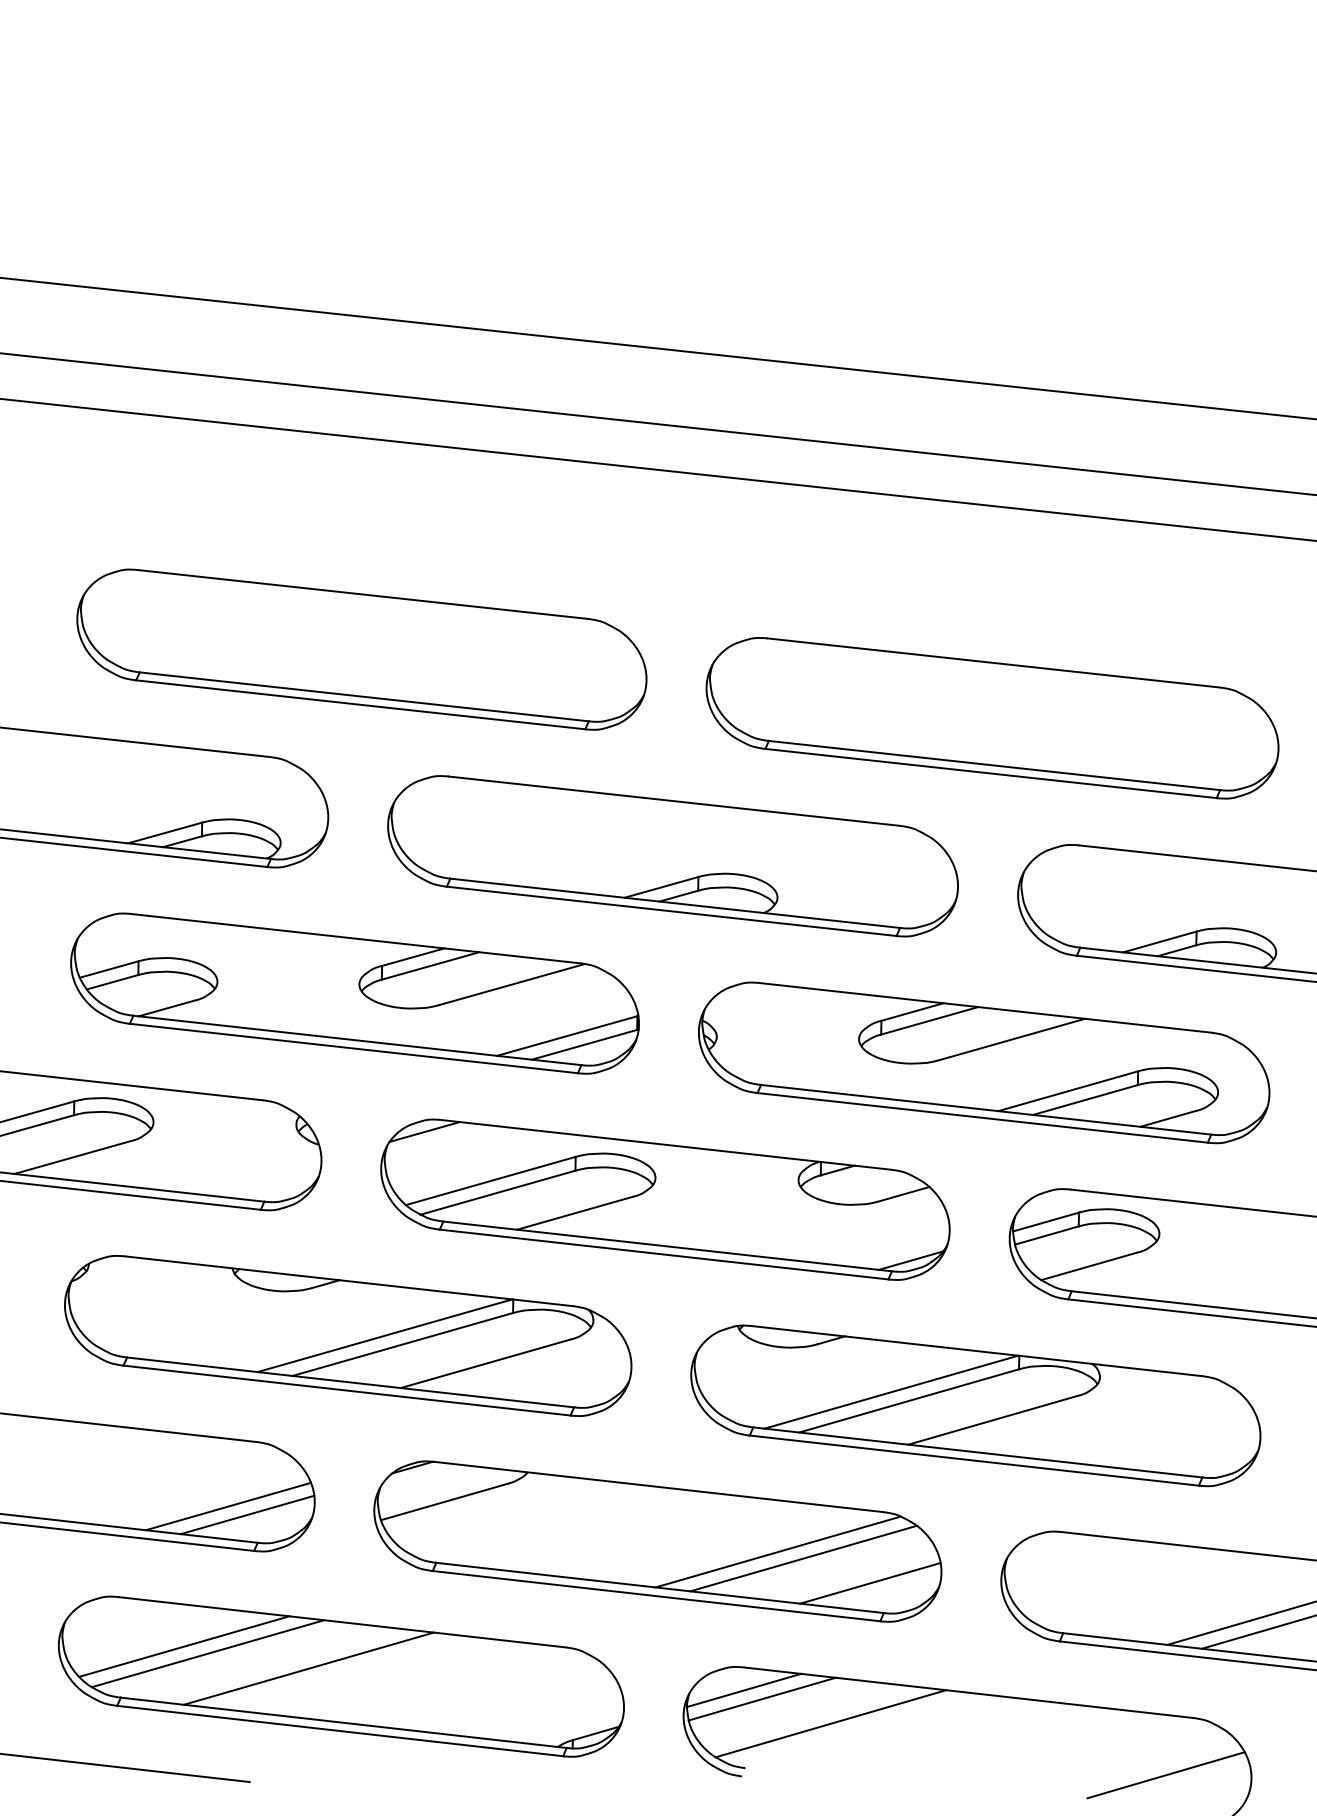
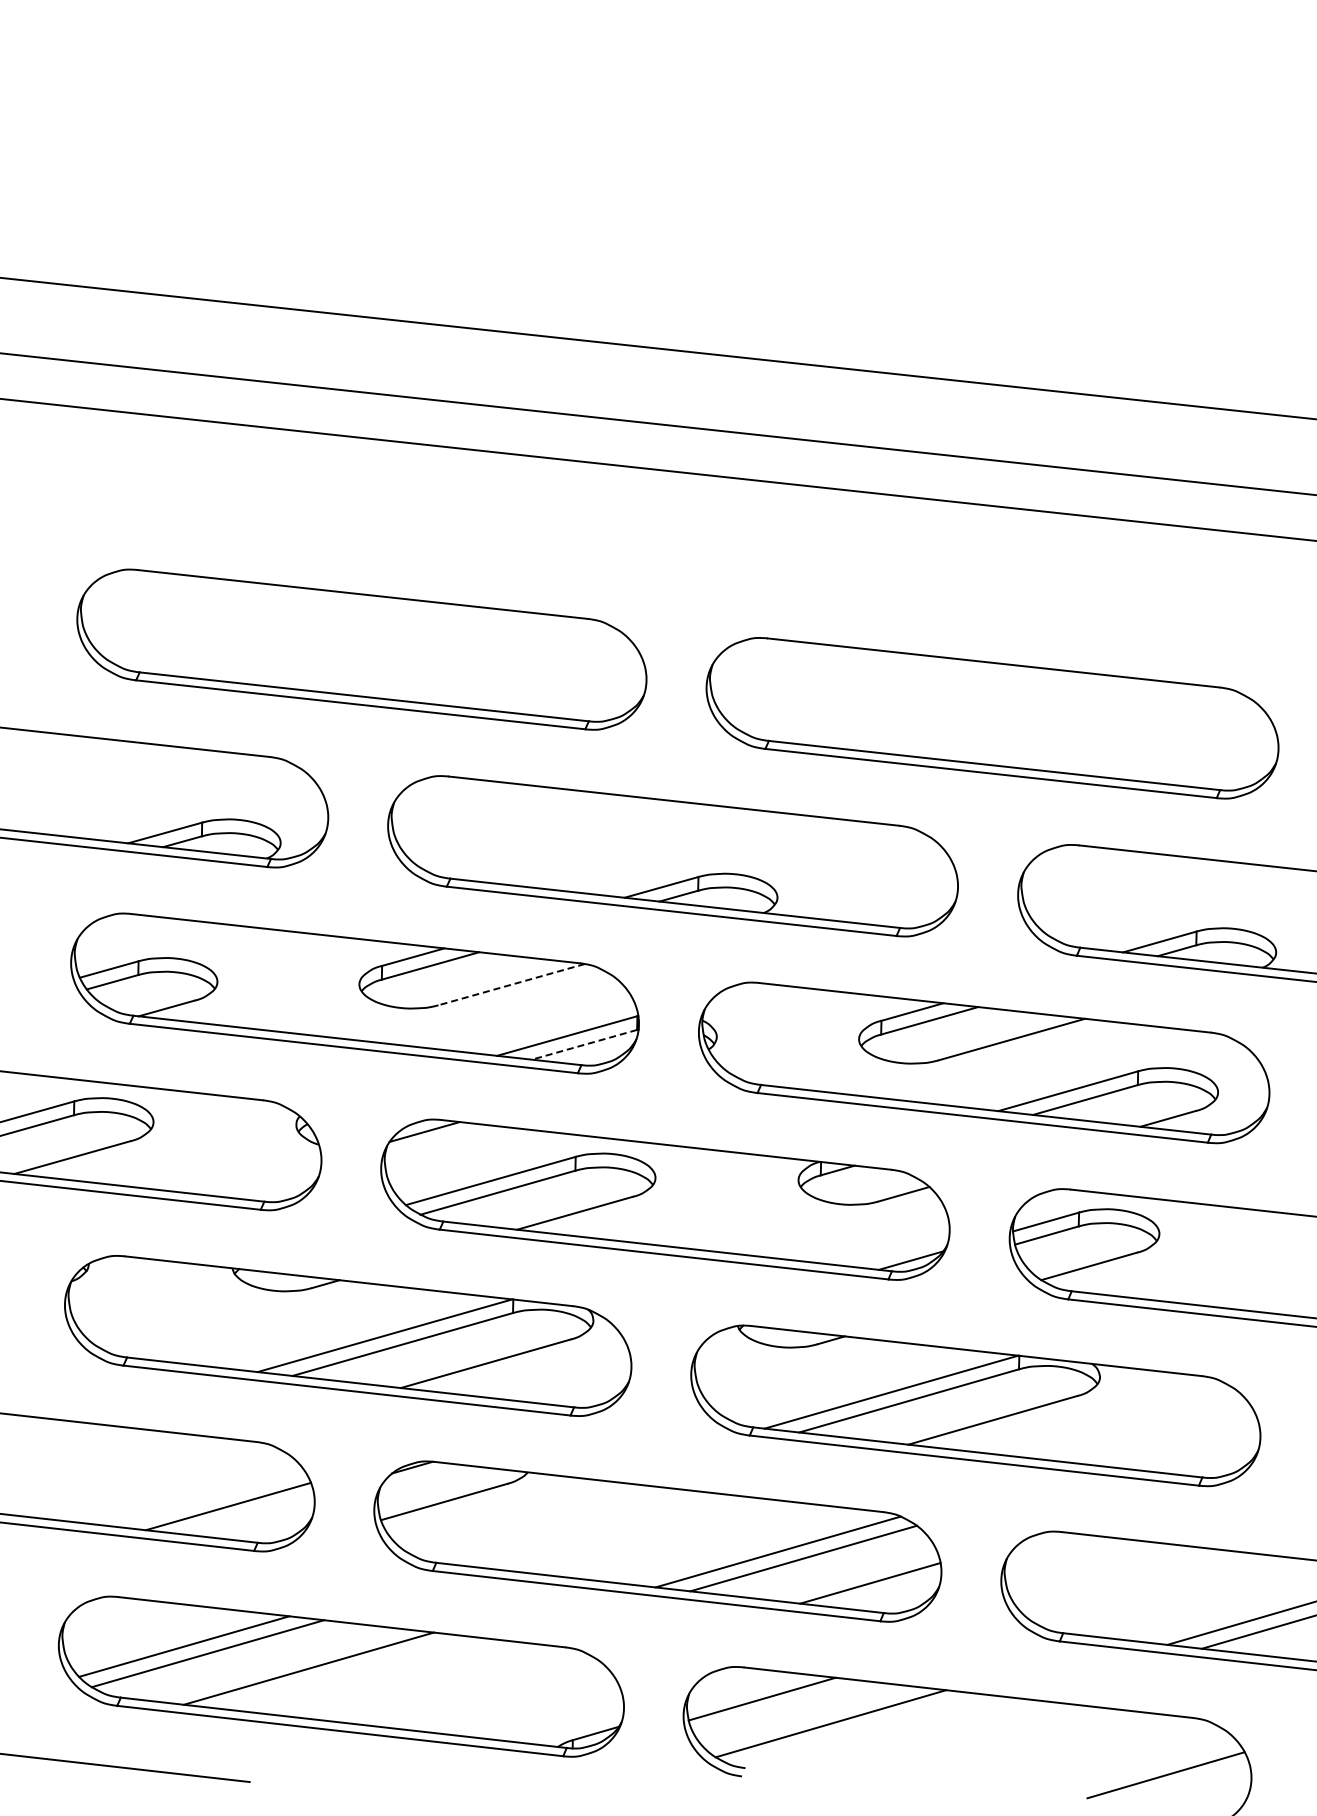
line at (511, 984): solid -> dashed
line at (584, 1044): solid -> dashed
line at (247, 1514): present -> none
line at (744, 1690): present -> none
